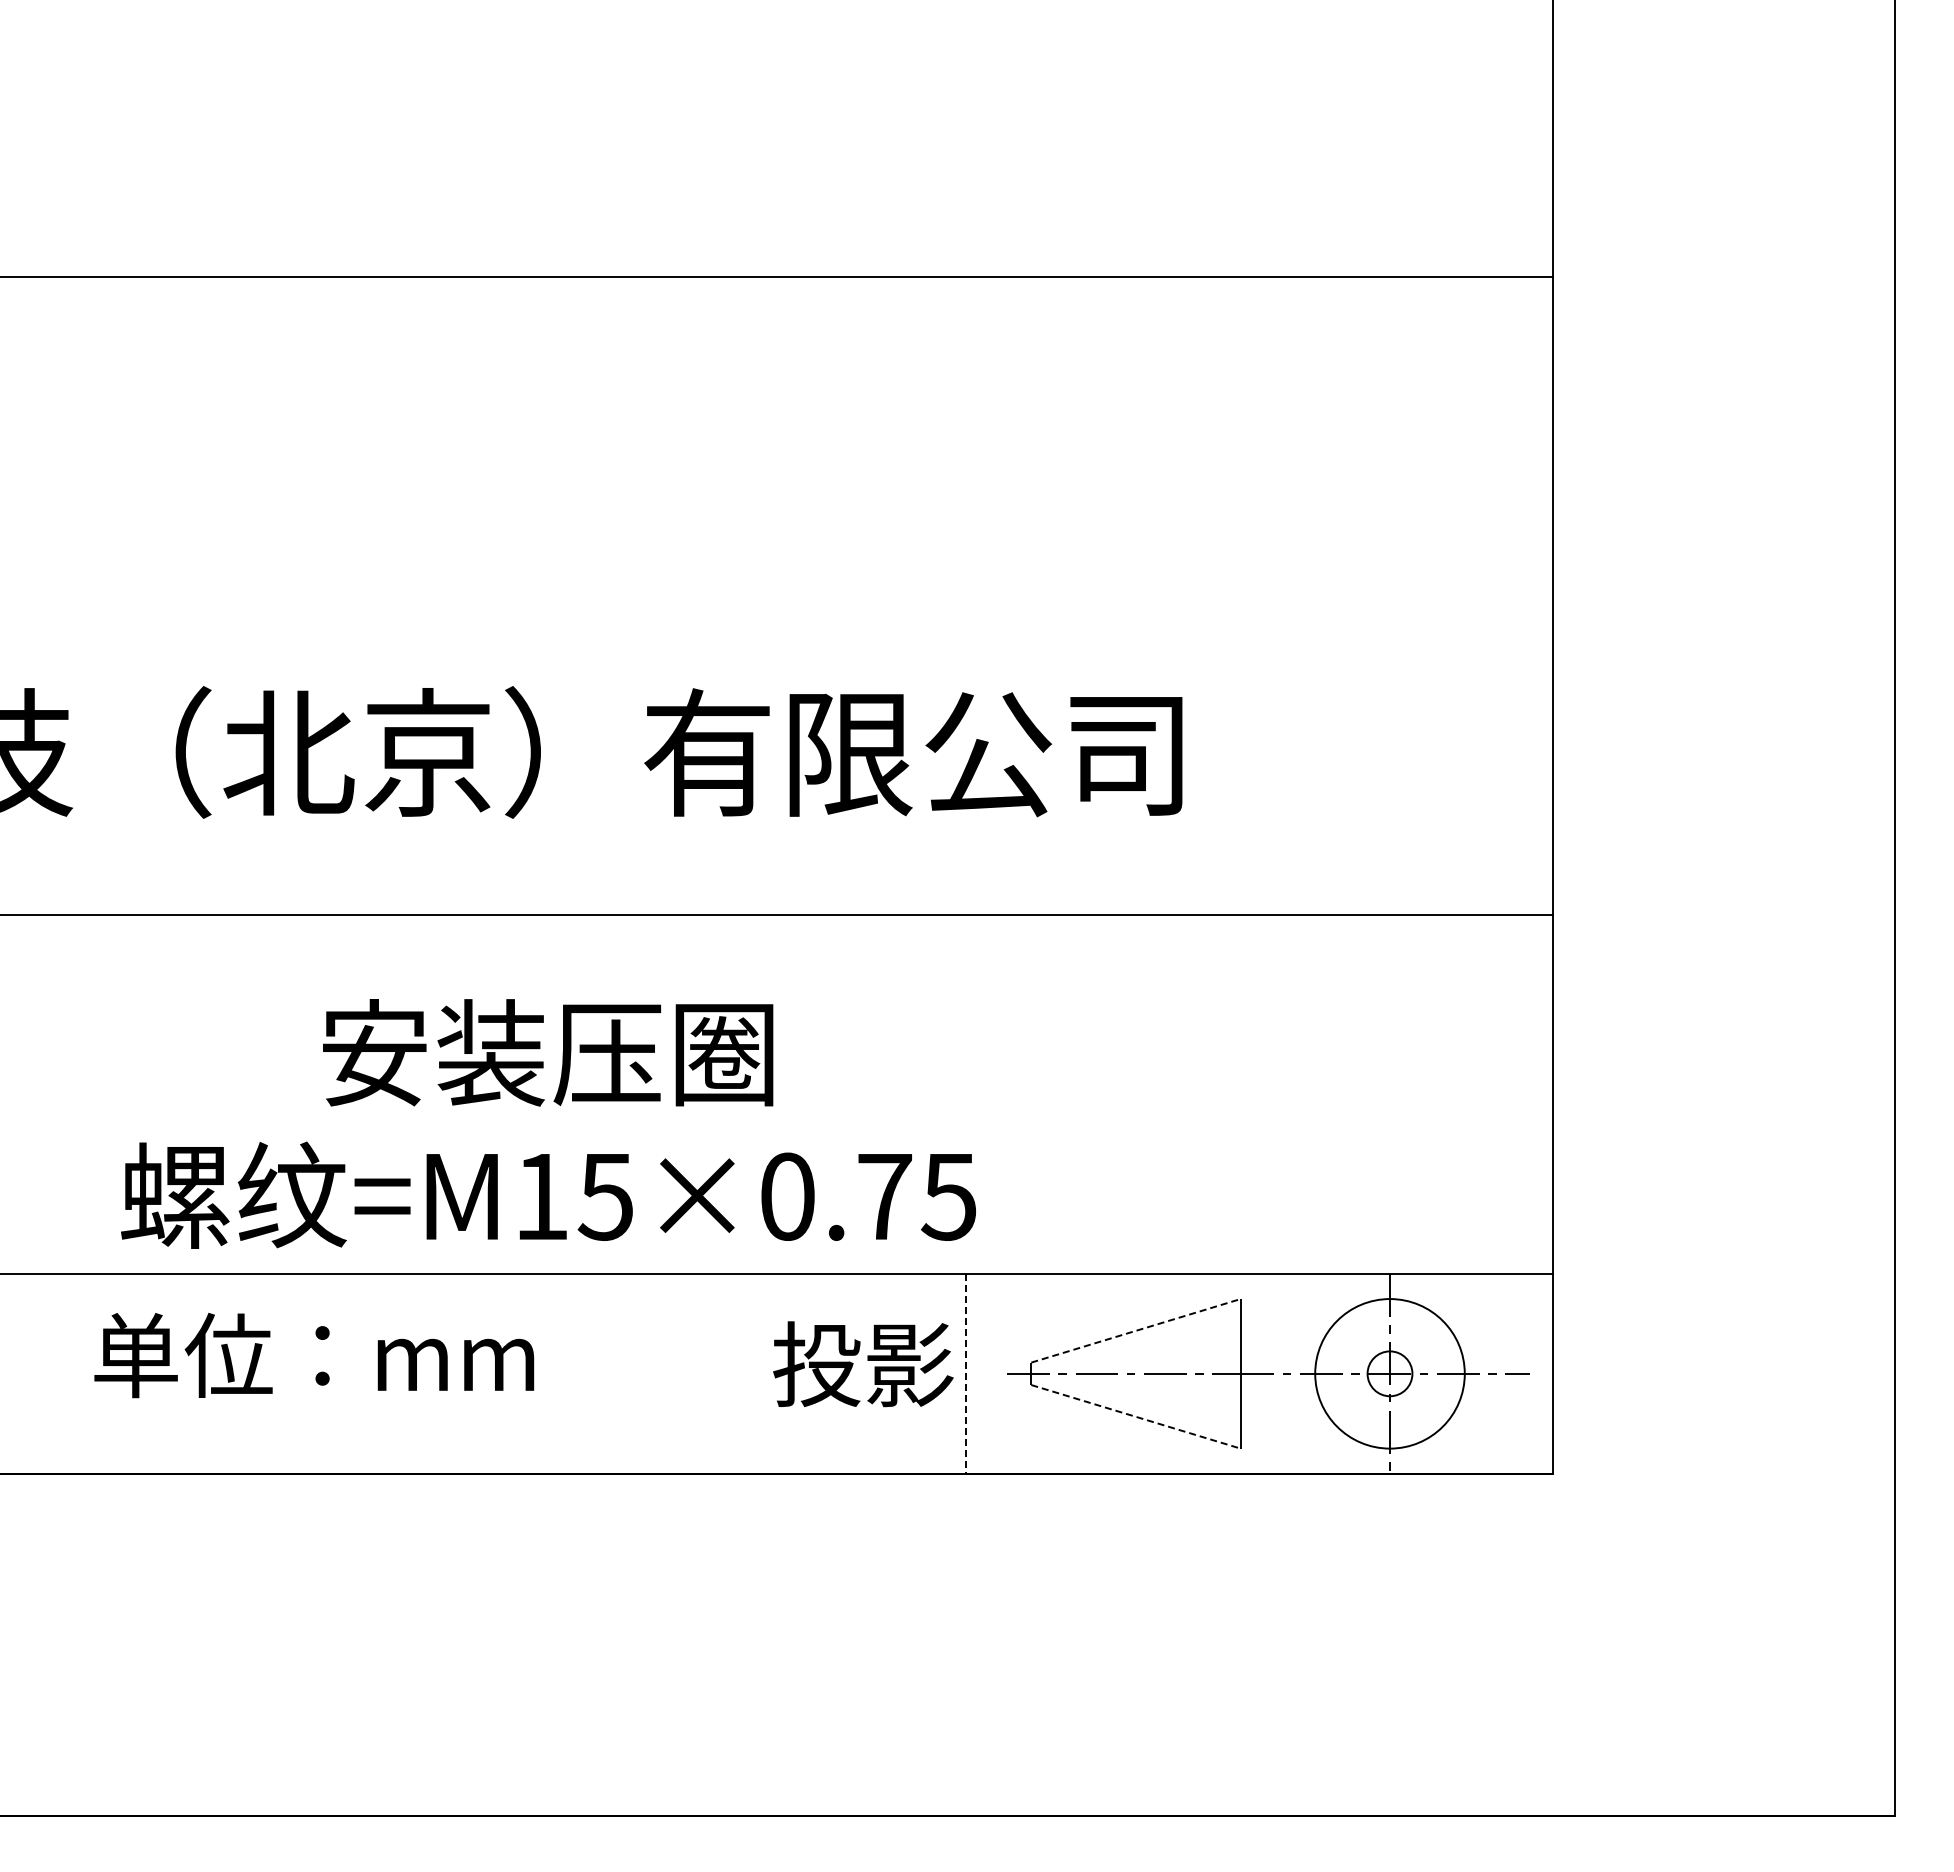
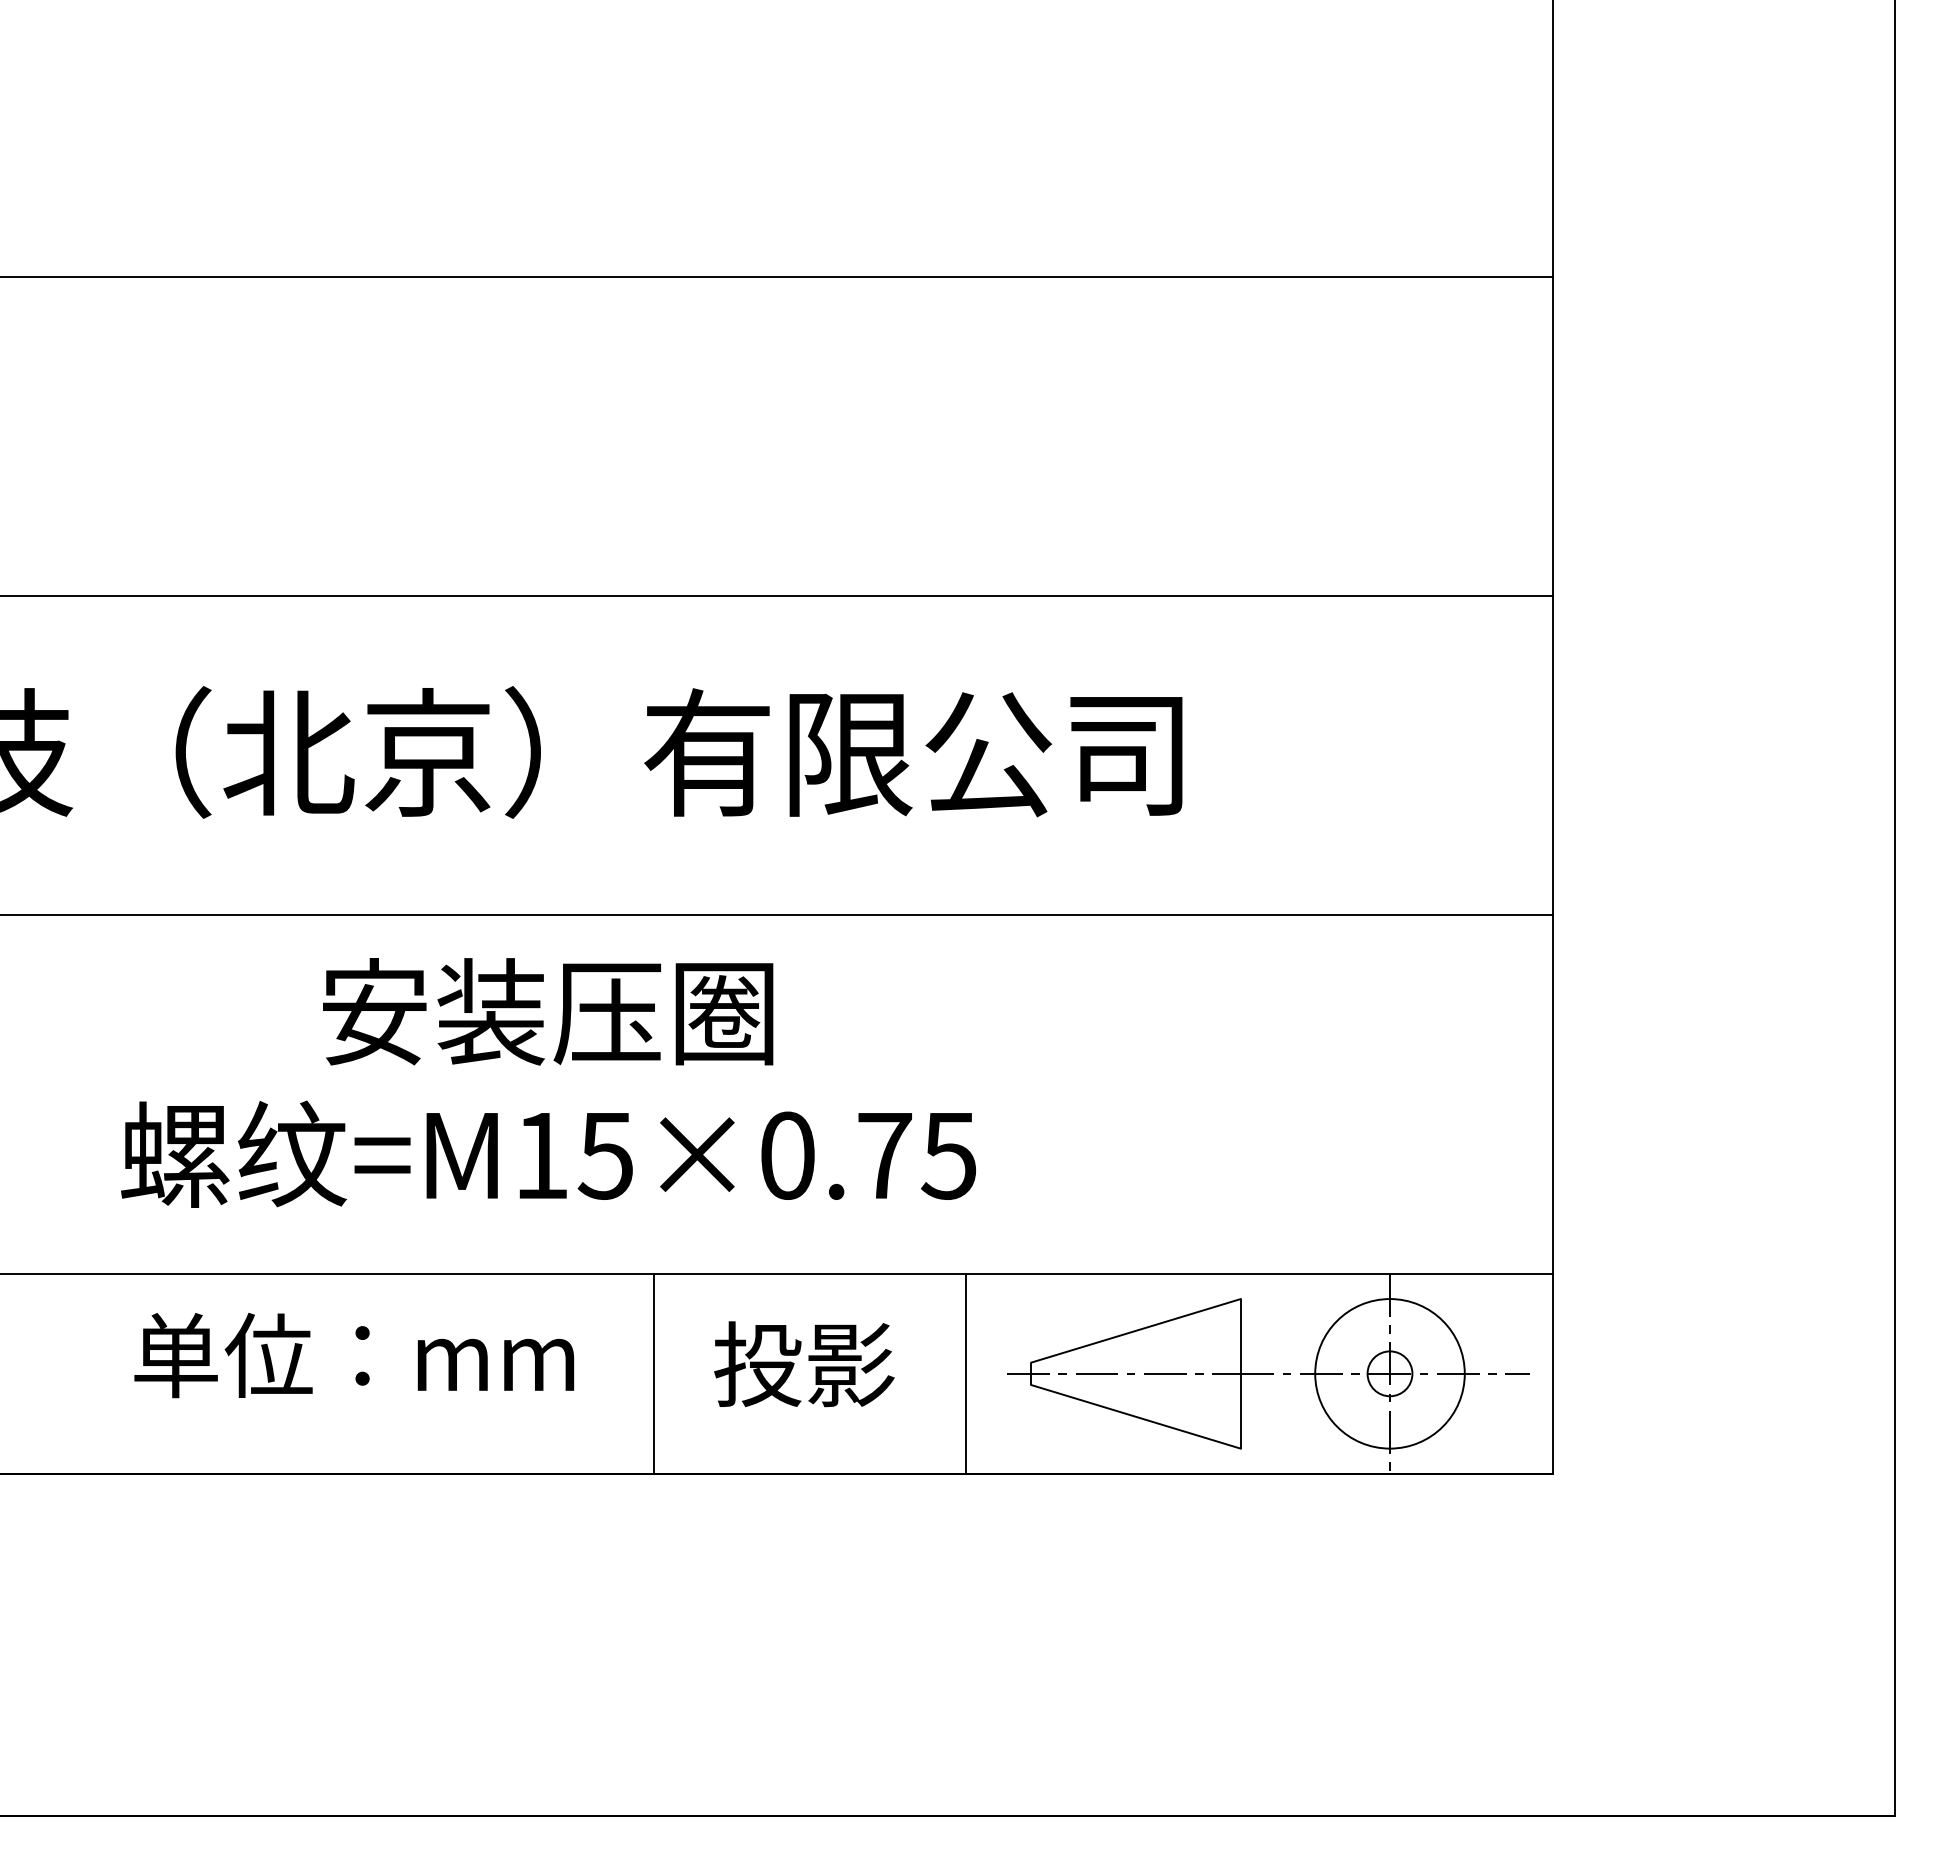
line at (777, 596): none -> present
text at (548, 1123) position: (548, 1123) -> (548, 1082)
line at (1136, 1330): dashed -> solid
text at (314, 1355) position: (314, 1355) -> (354, 1355)
text at (863, 1364) position: (863, 1364) -> (804, 1364)
line at (653, 1373): none -> present
line at (965, 1373): dashed -> solid
line at (1136, 1416): dashed -> solid
